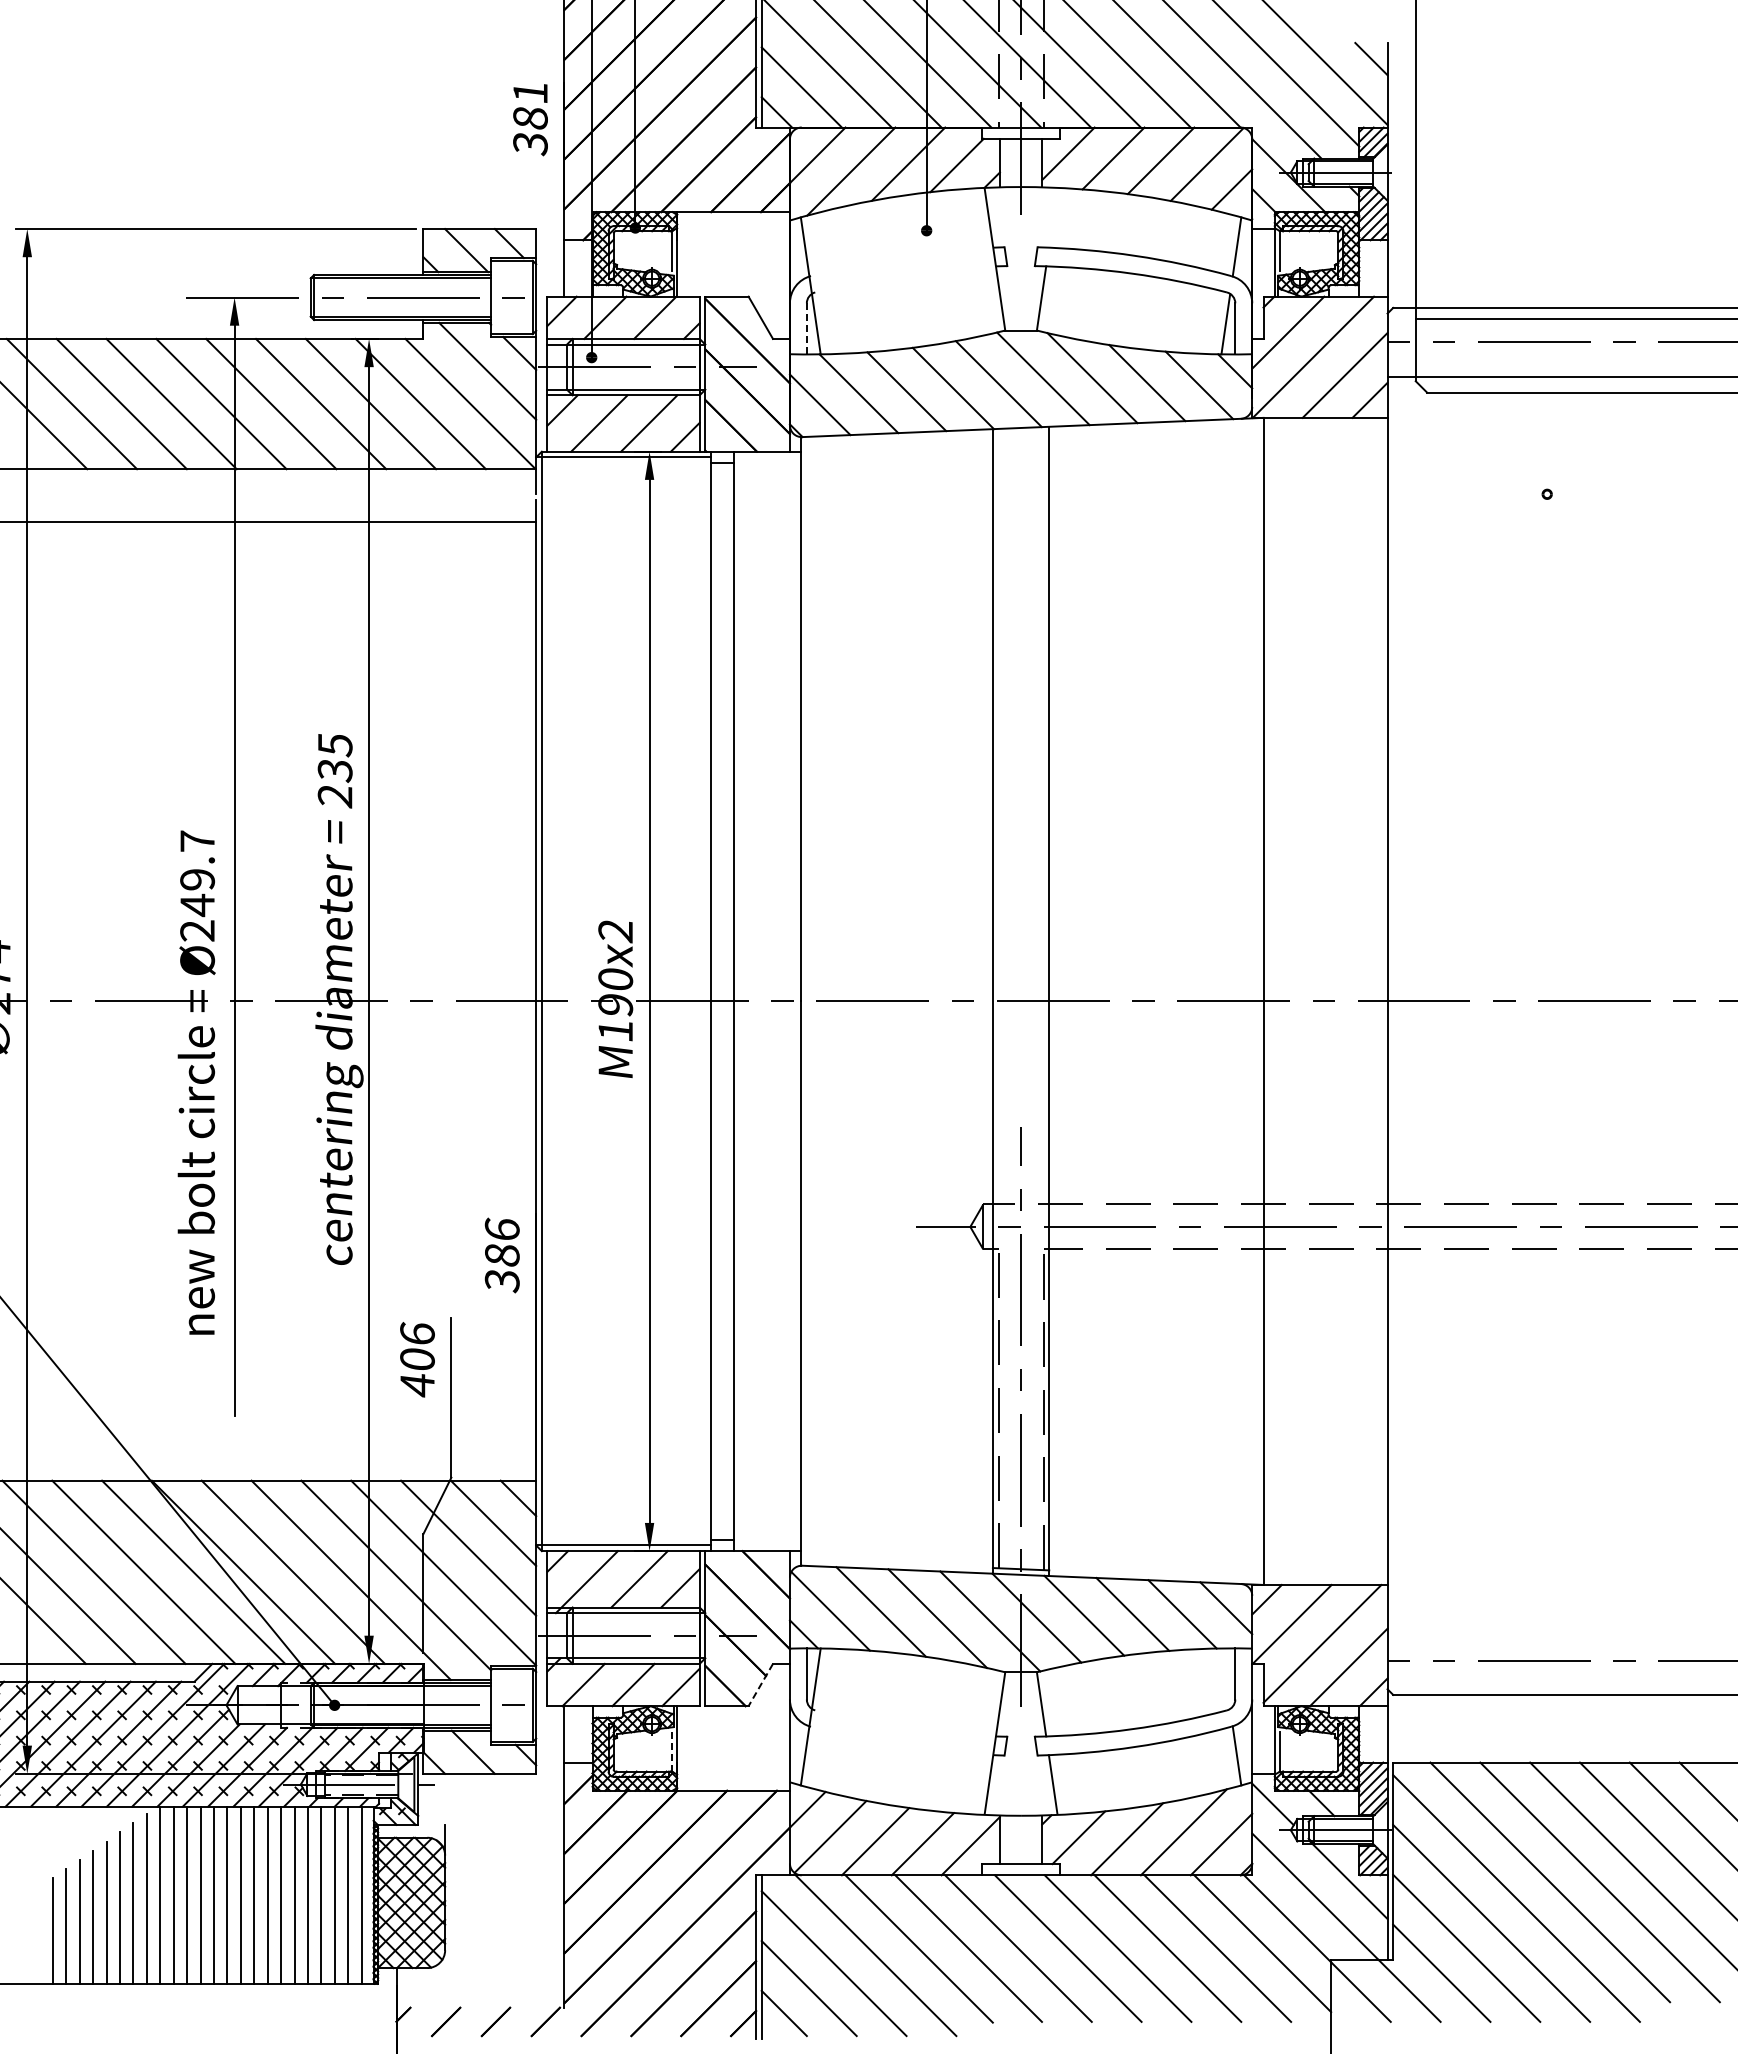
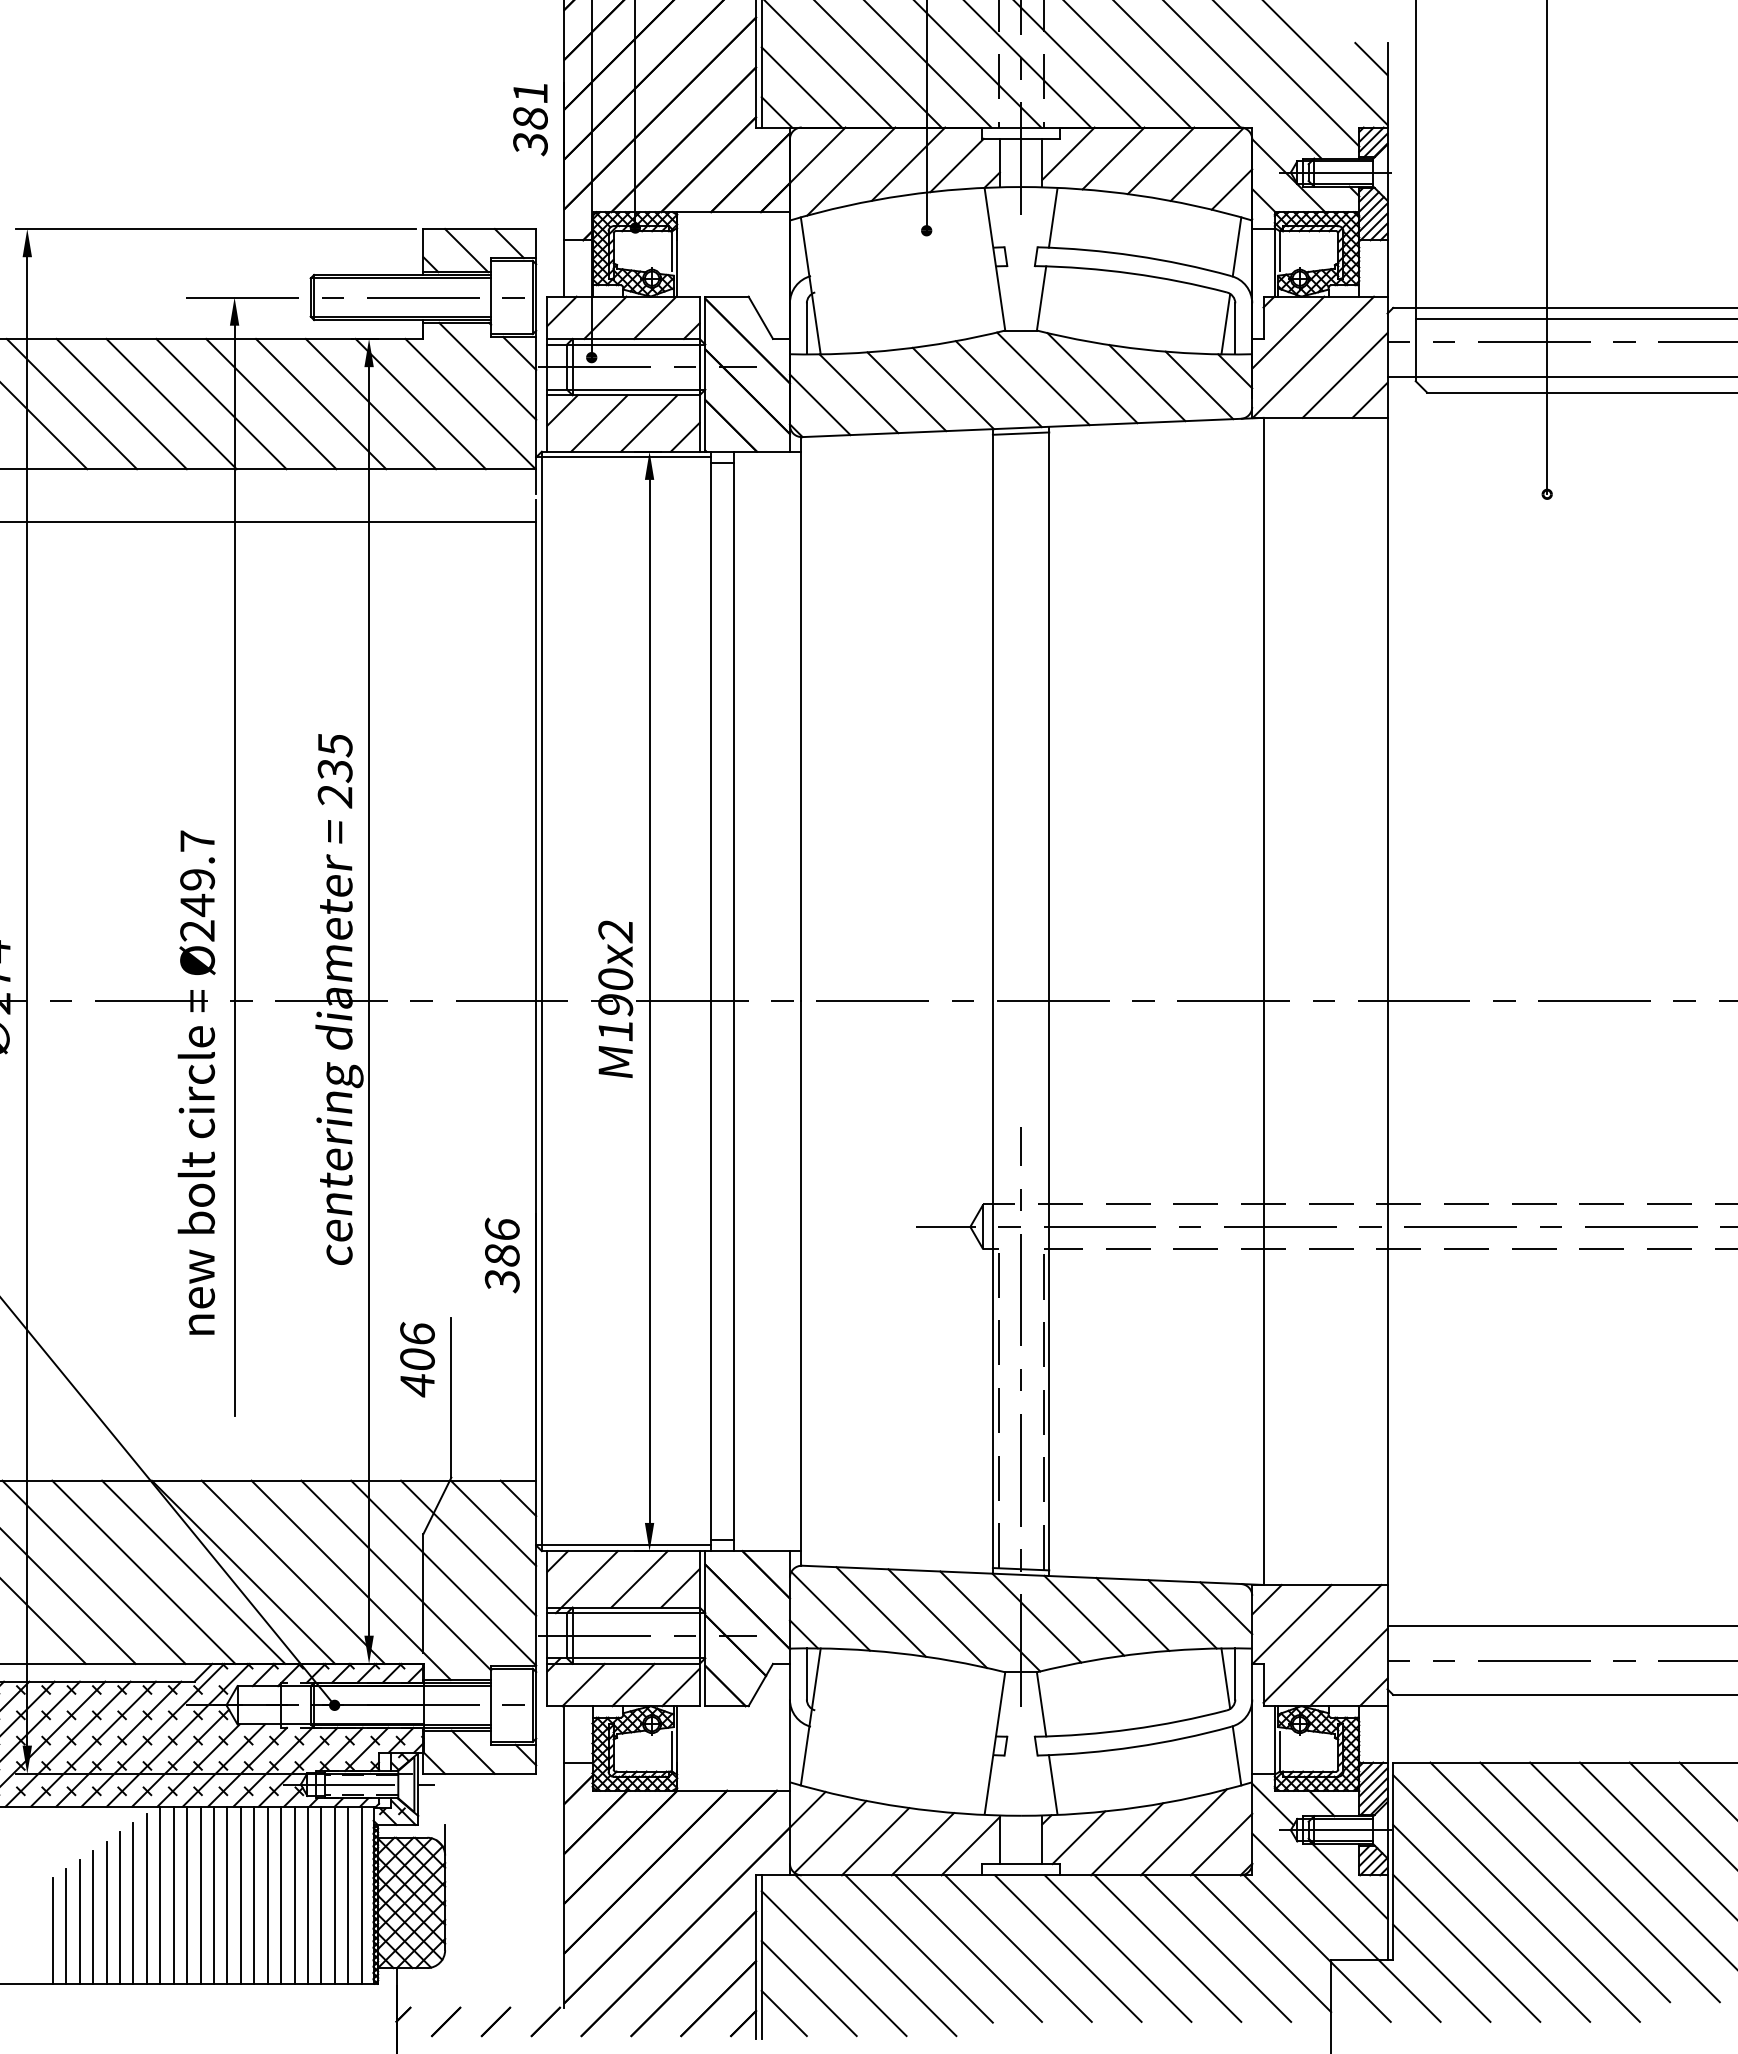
line at (1052, 218): none -> present
line at (1547, 248): none -> present
line at (806, 328): dashed -> solid
line at (1020, 433): none -> present
line at (1560, 1625): none -> present
line at (1225, 1678): none -> present
line at (760, 1685): dashed -> solid
line at (671, 1751): dashed -> solid
